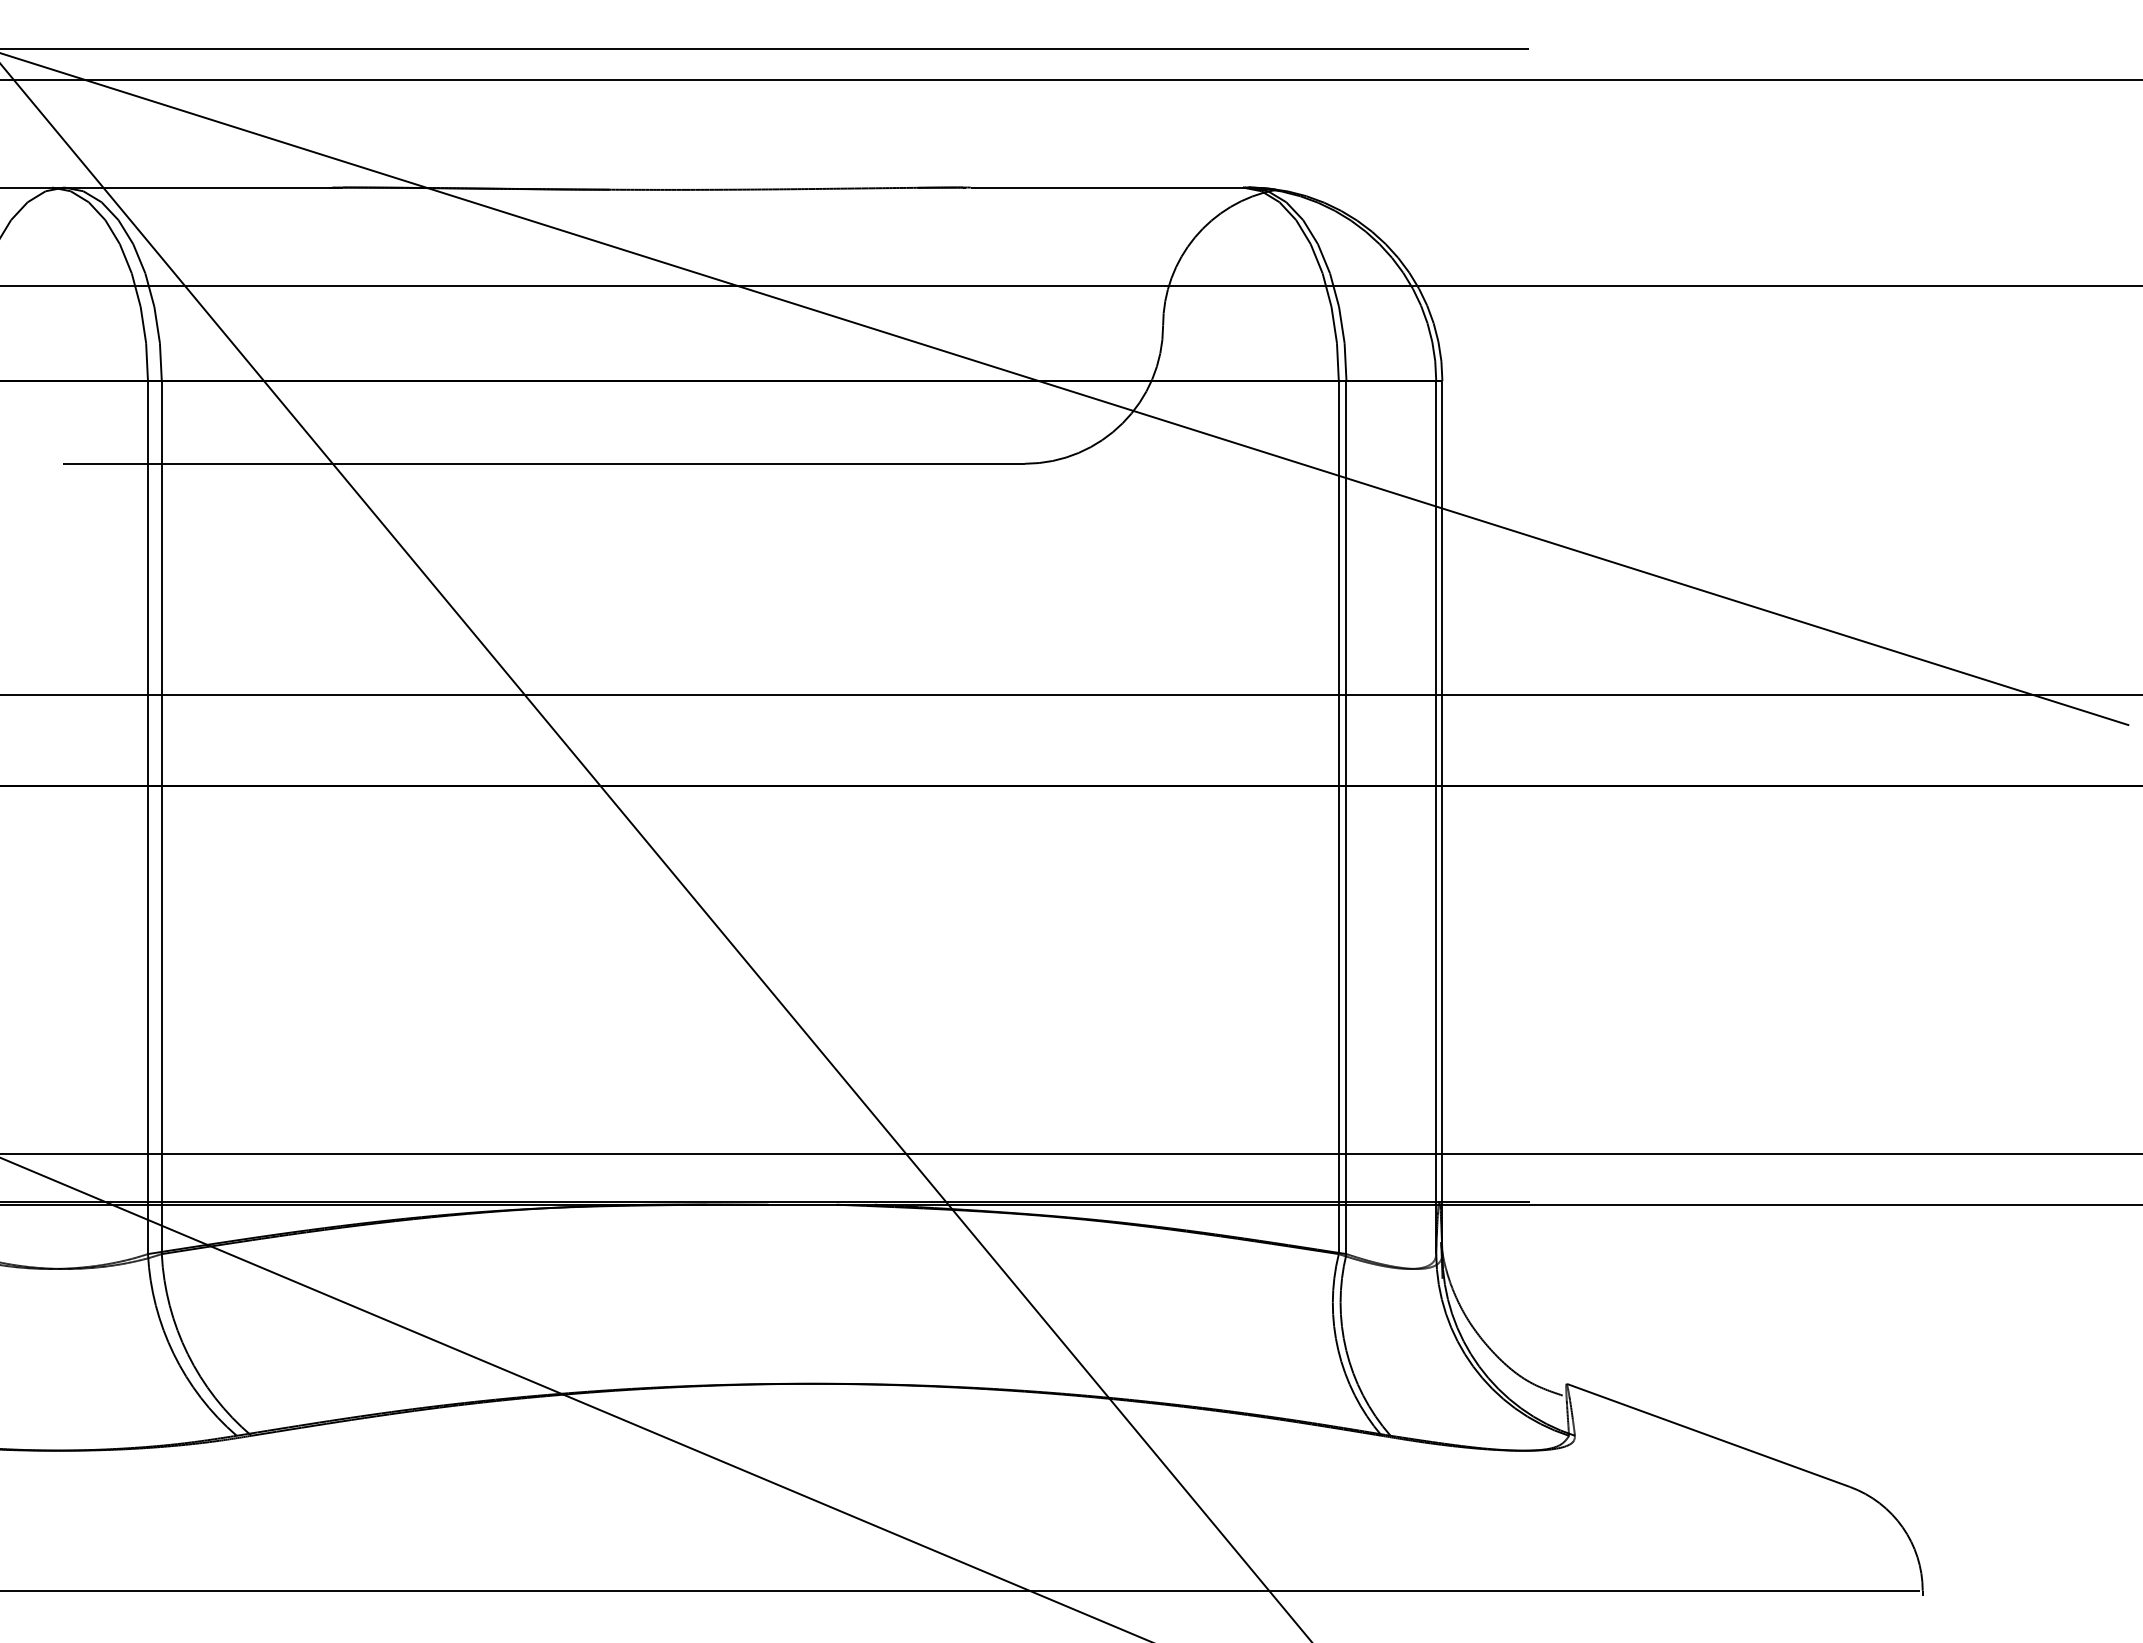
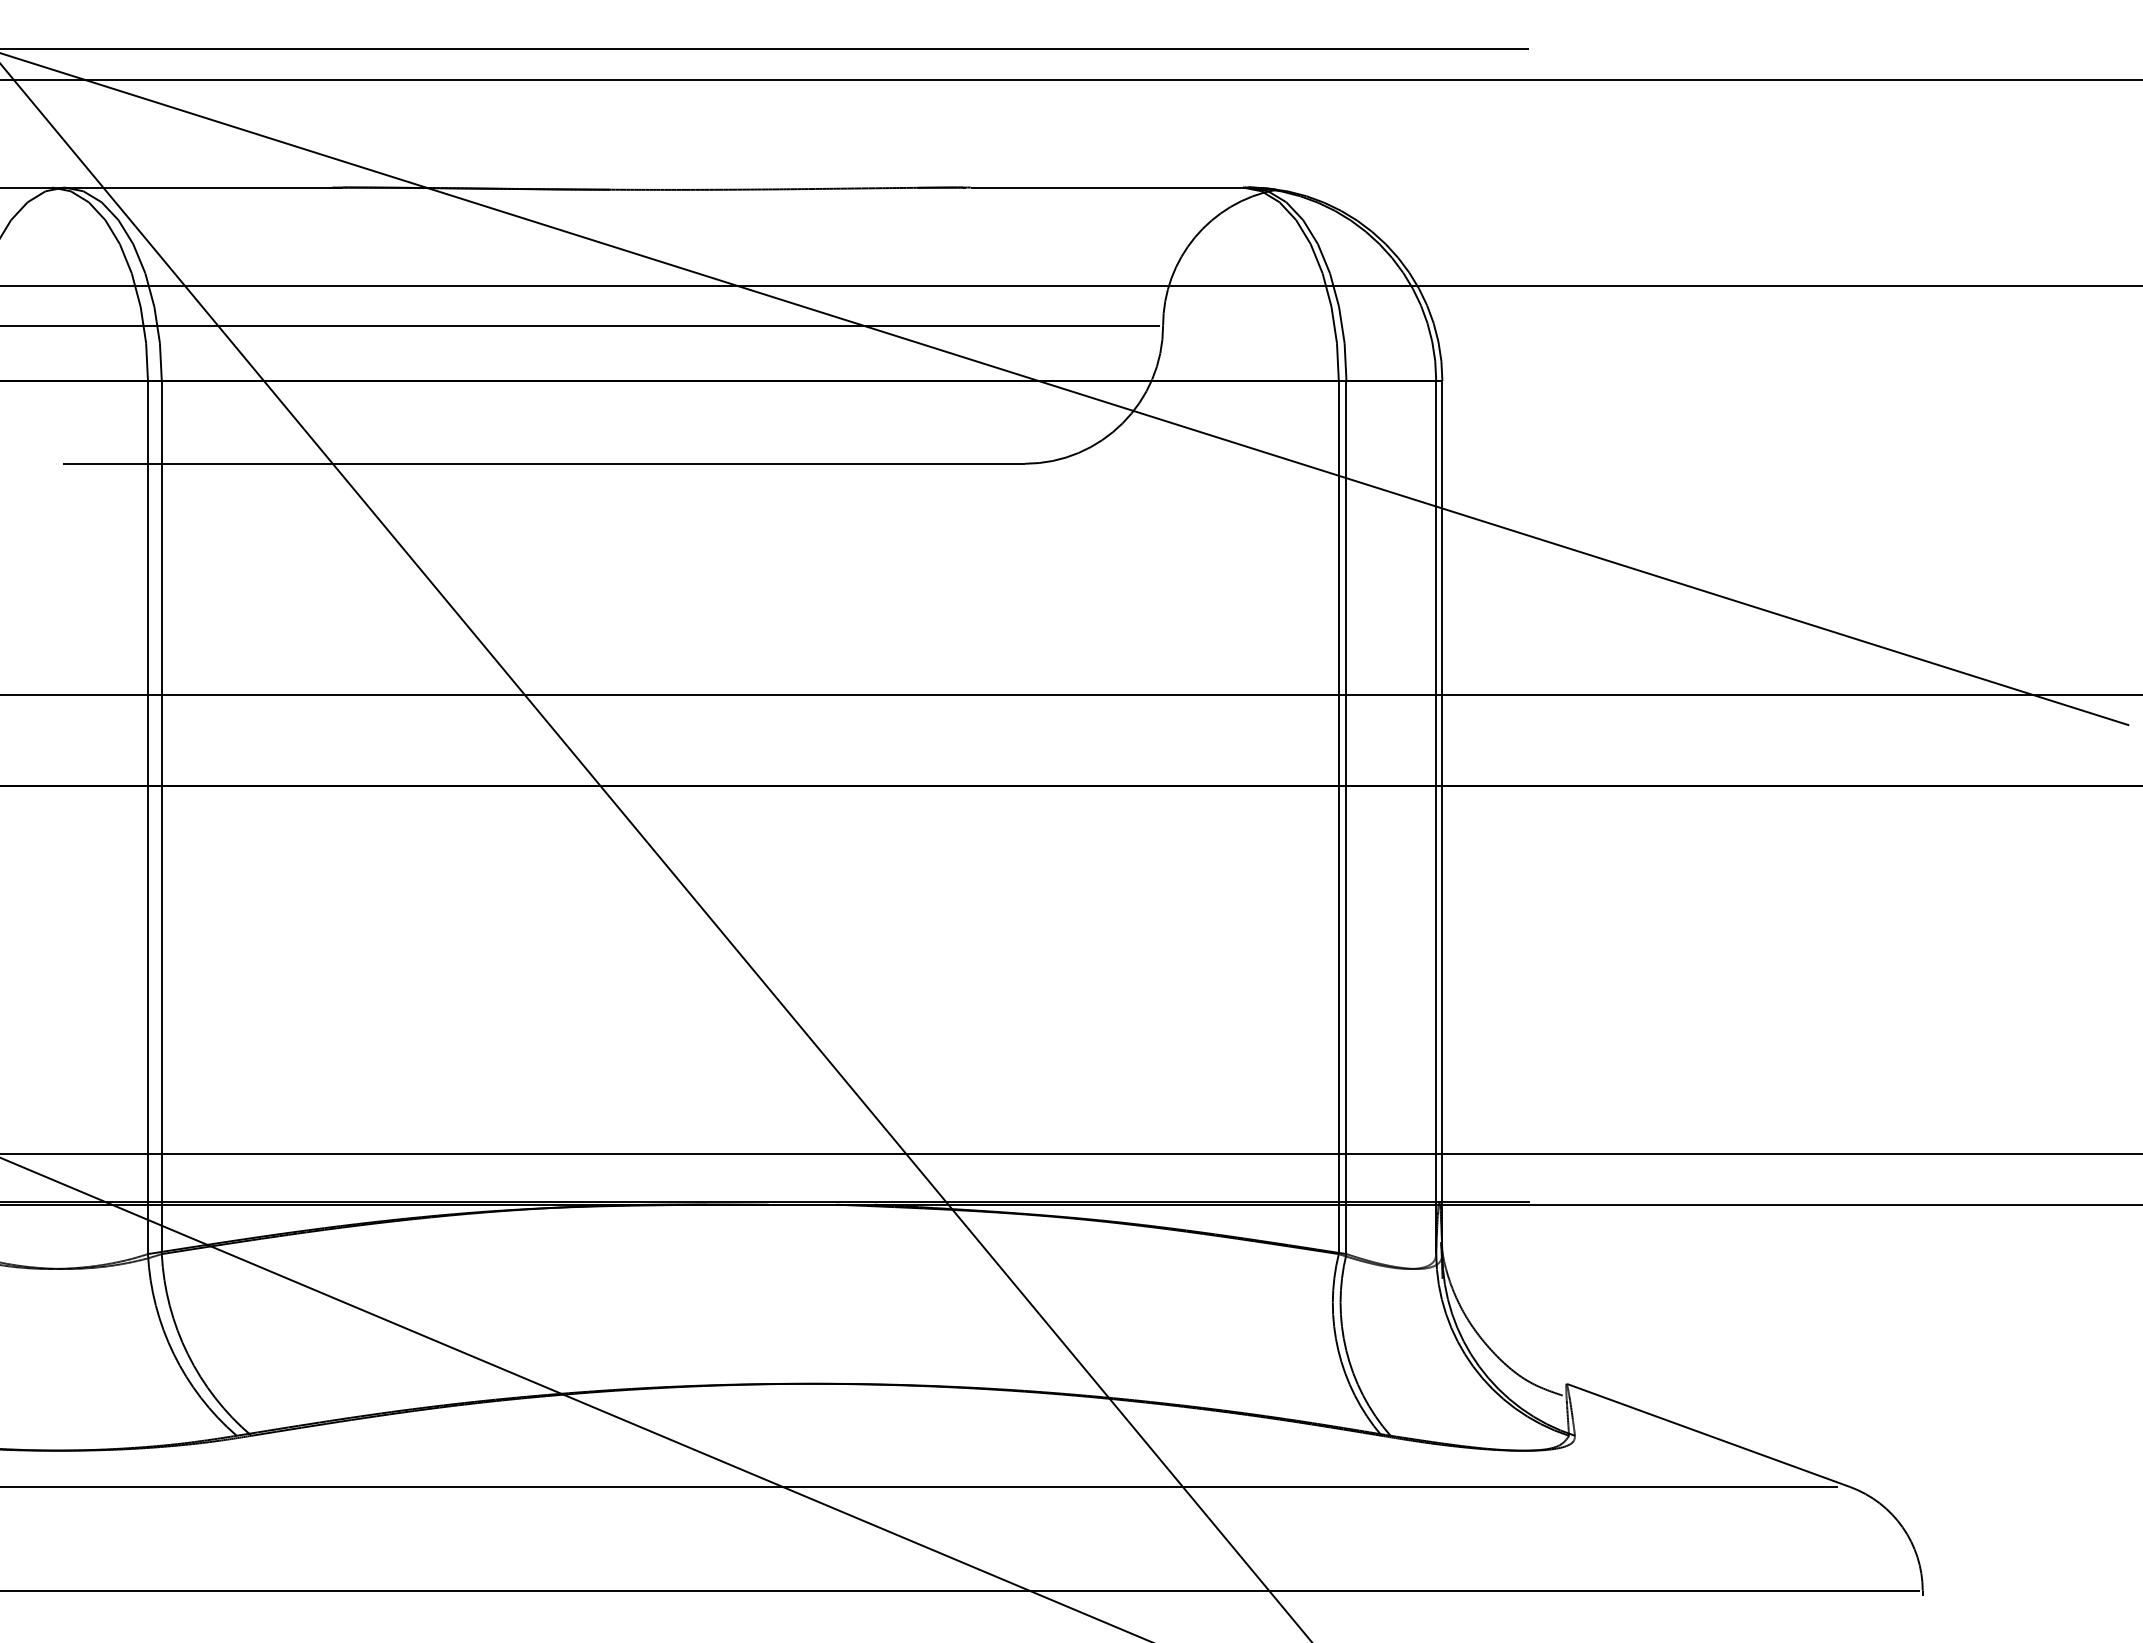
line at (581, 325): none -> present
line at (919, 1486): none -> present
